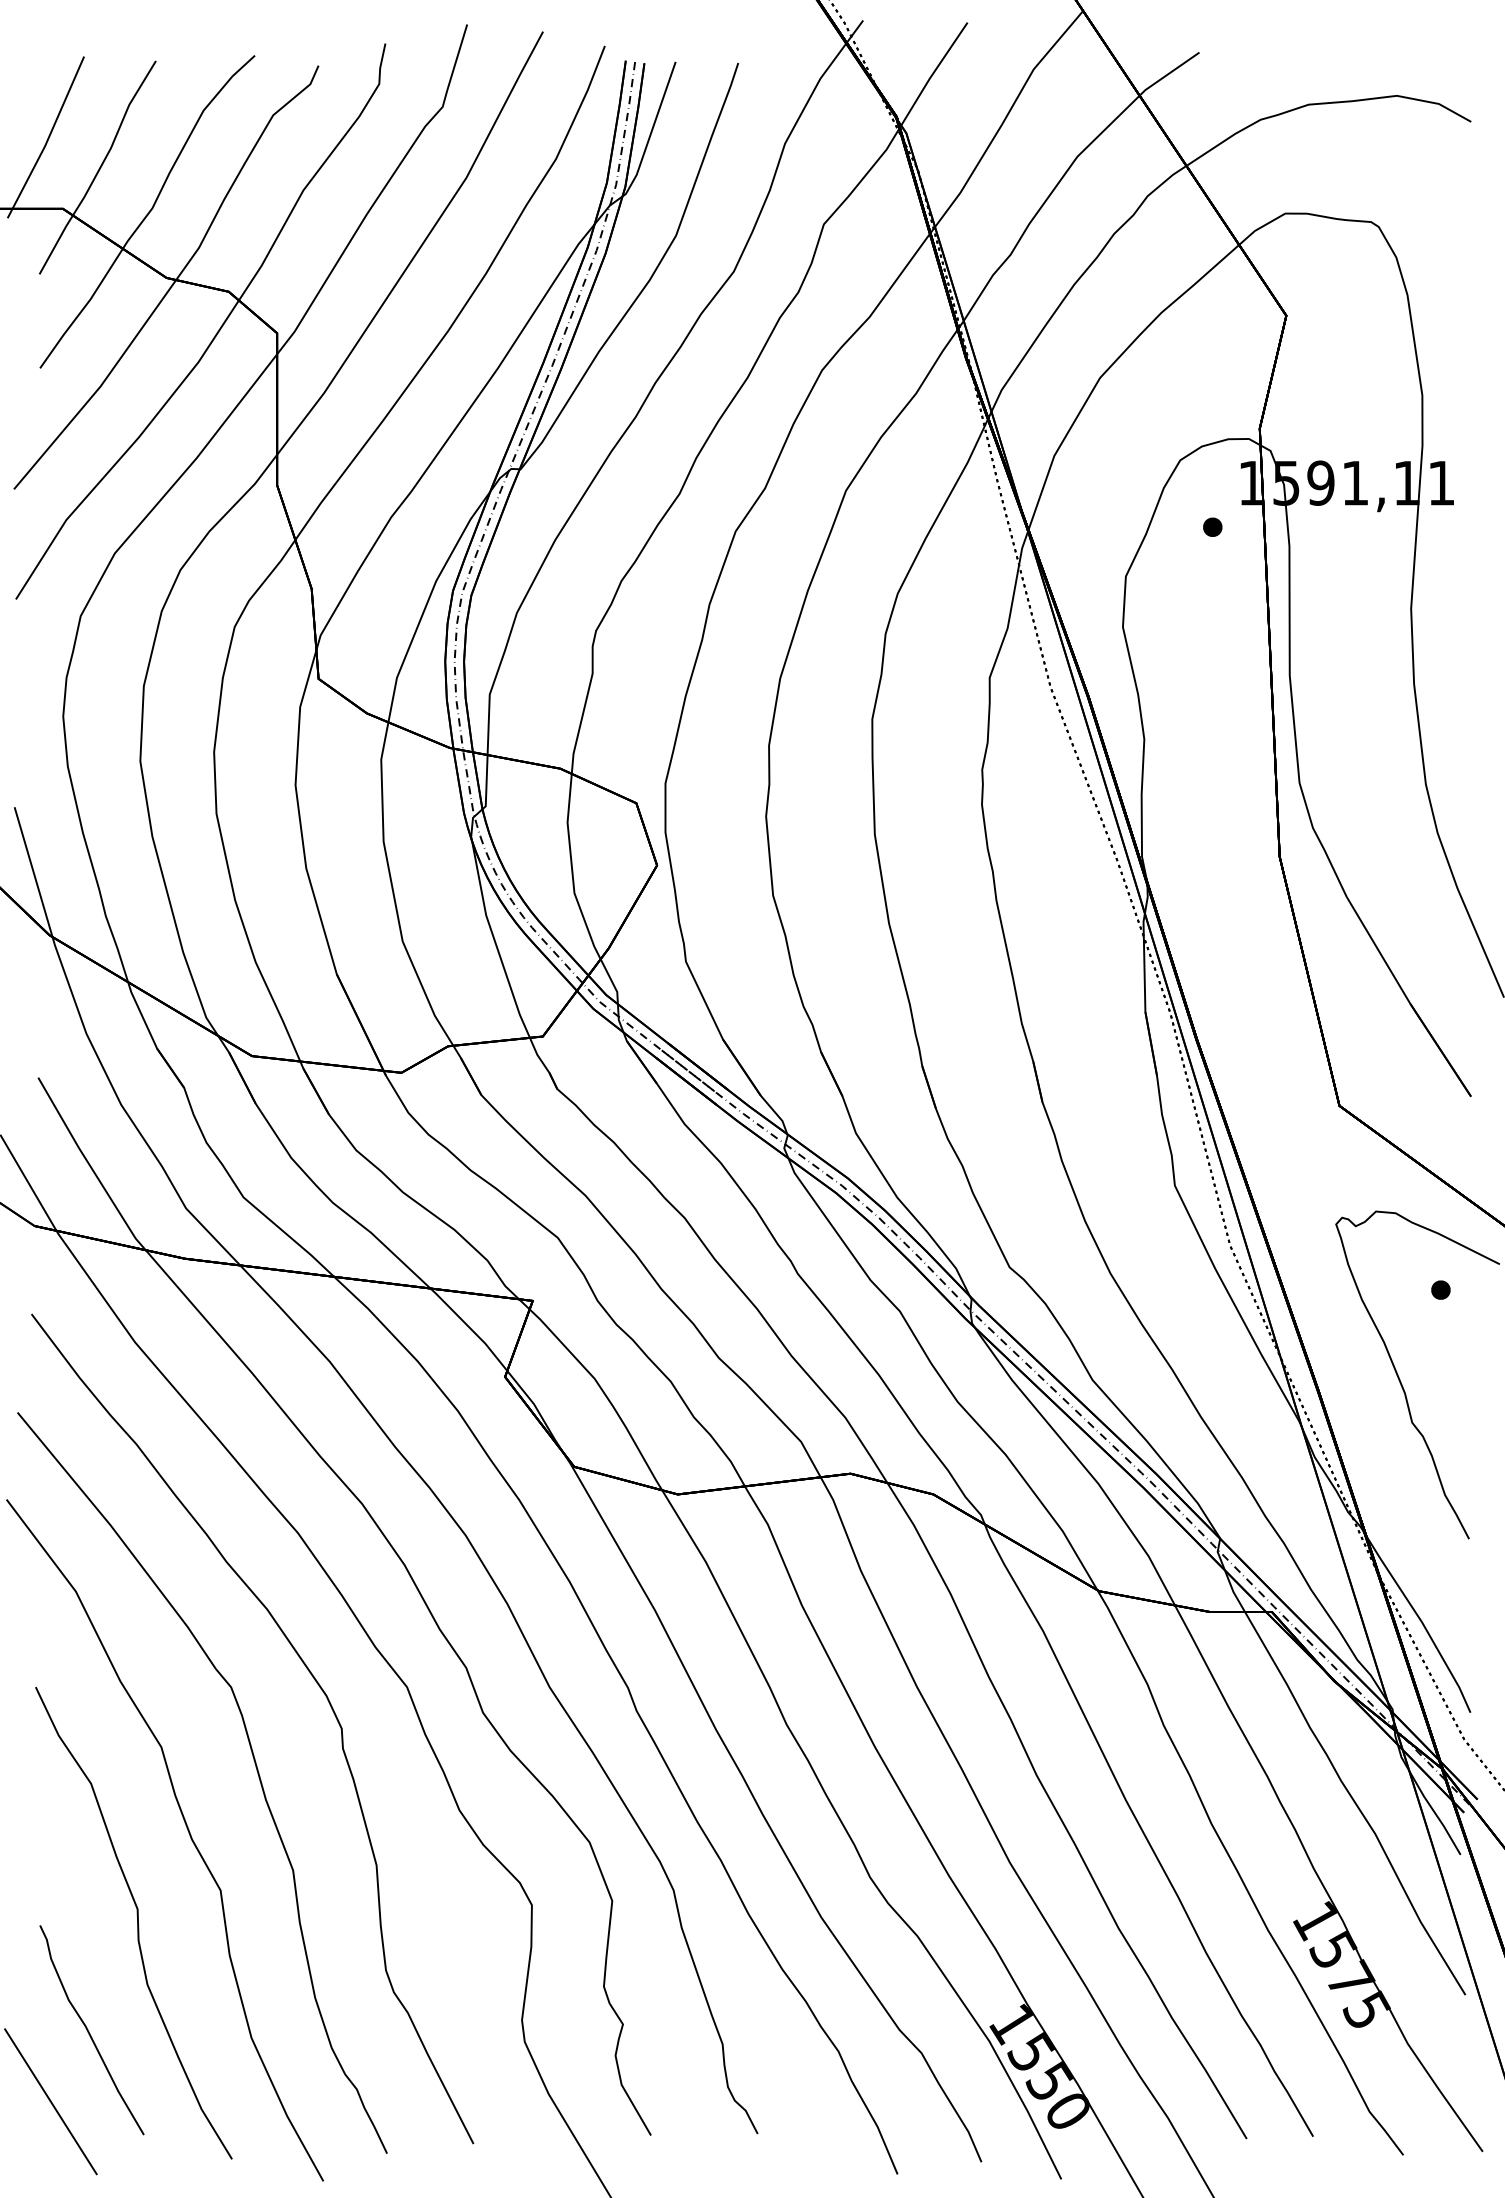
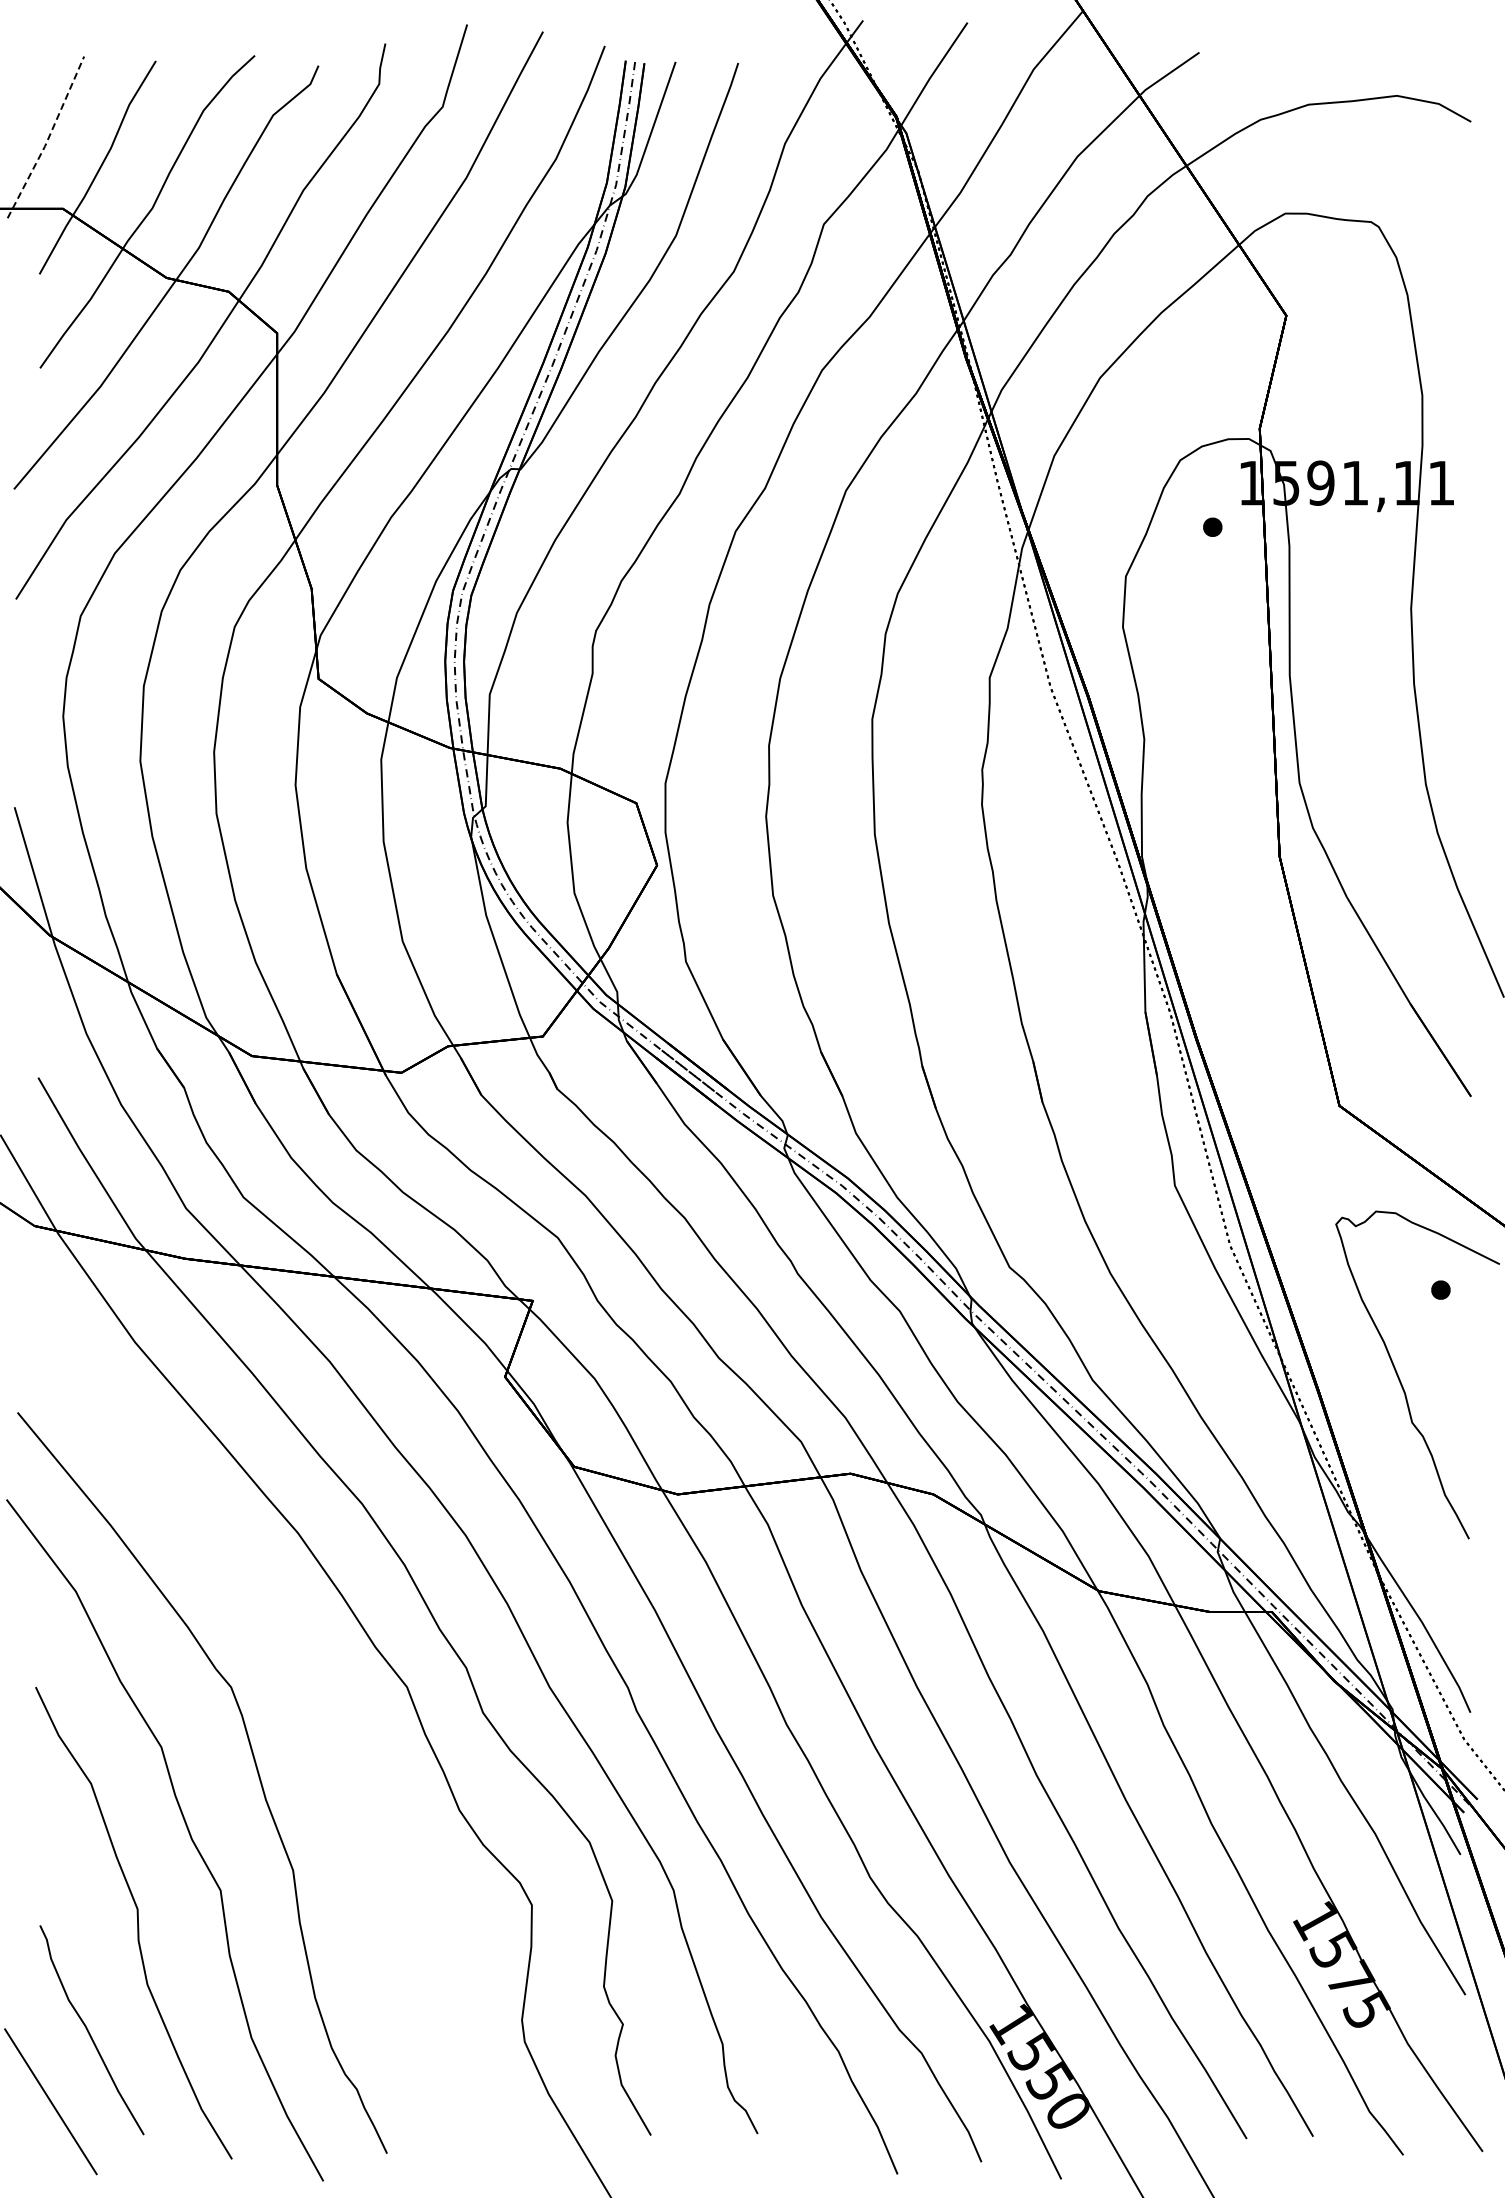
line at (48, 139): solid -> dashed
curve at (318, 1686): present -> none
